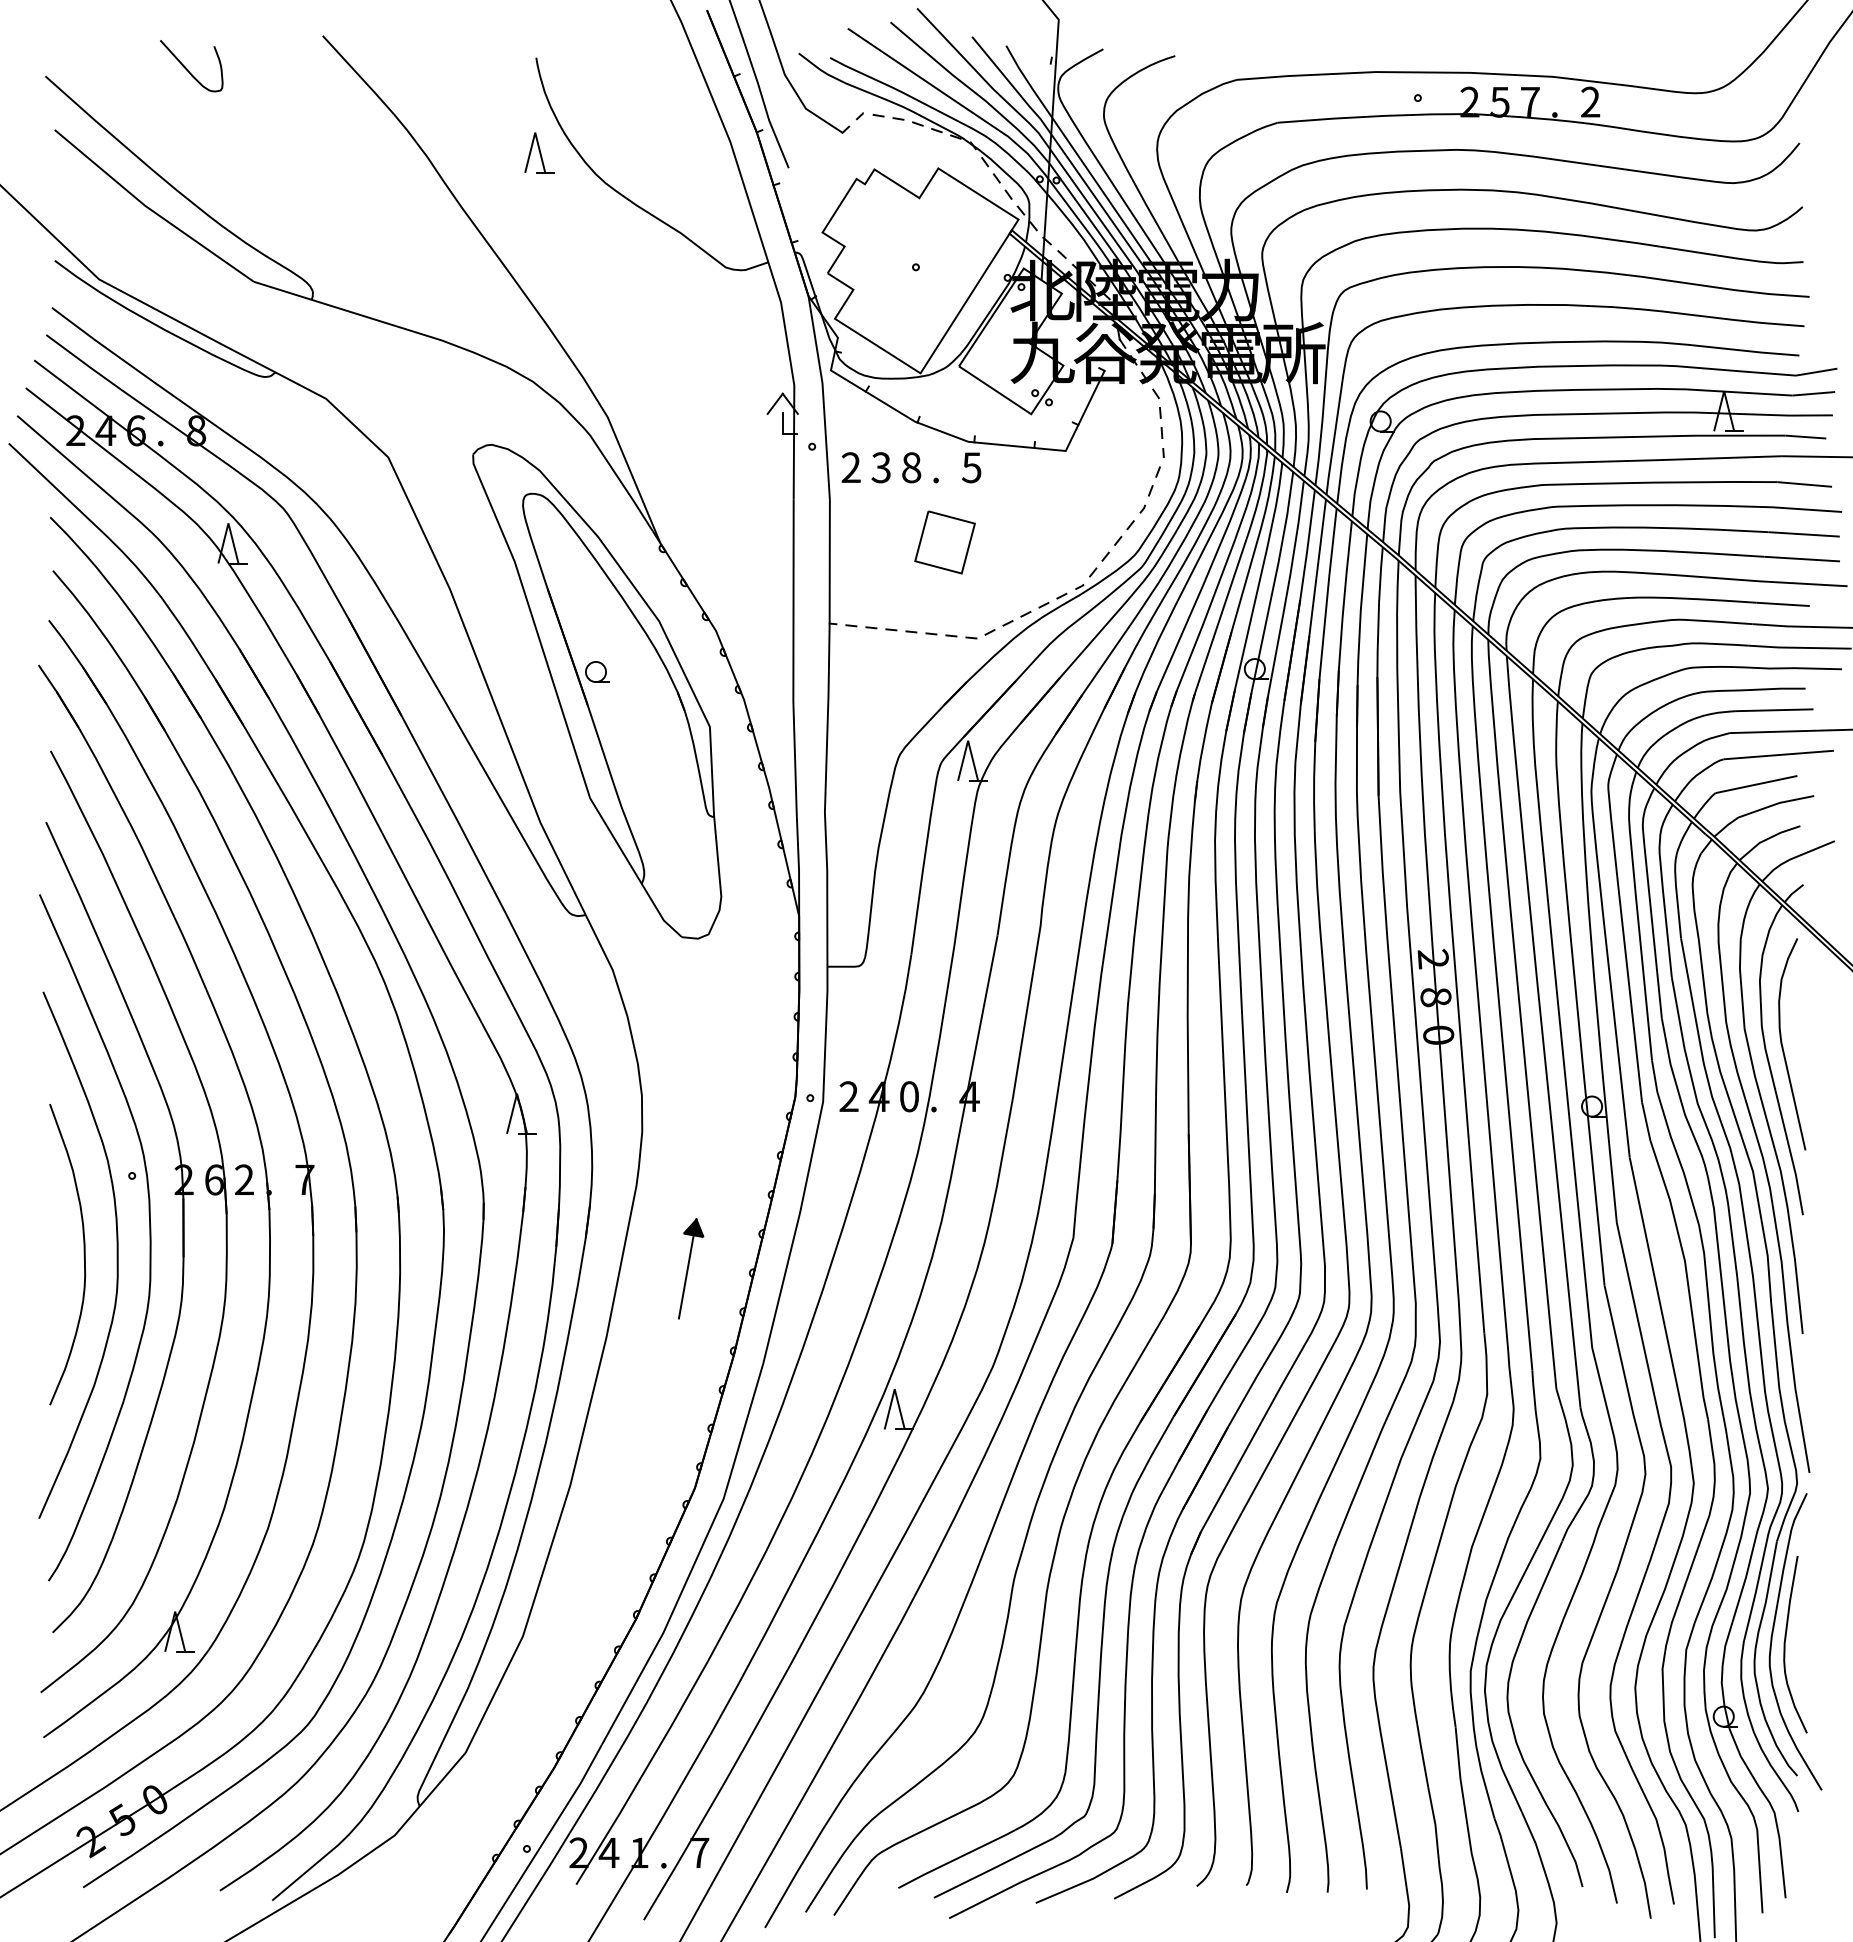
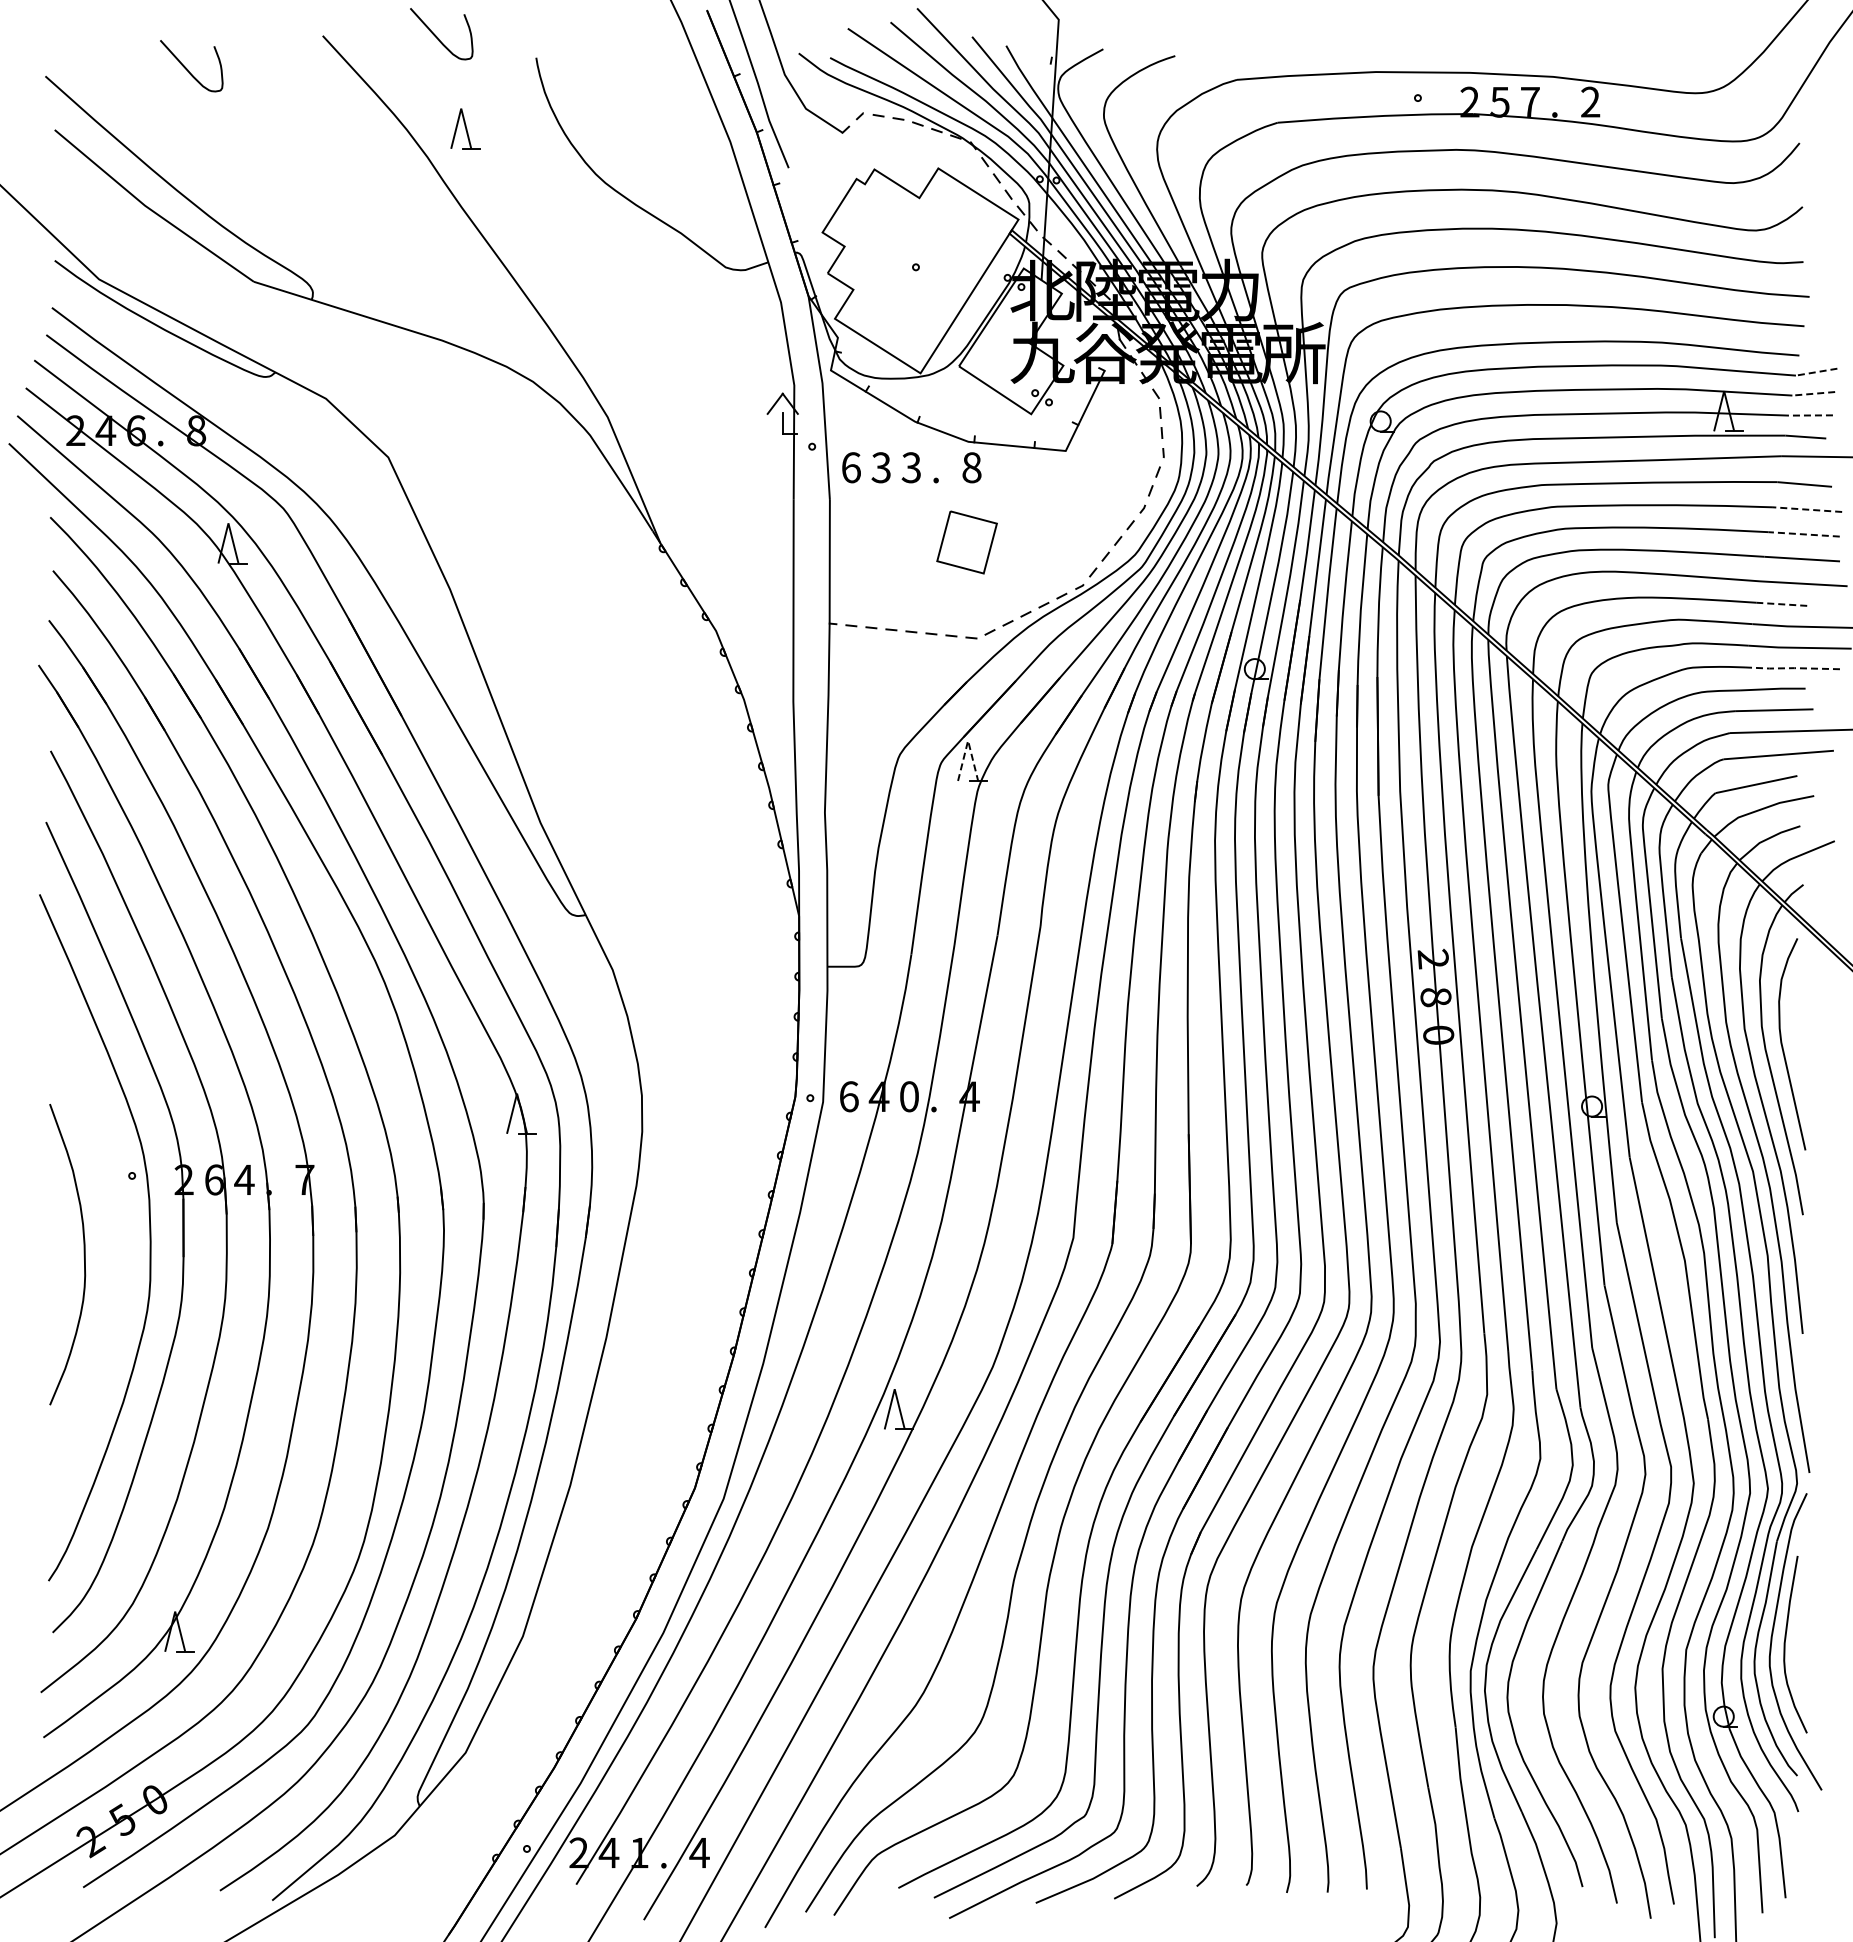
curve at (438, 37): none -> present
part at (539, 152) position: (539, 152) -> (465, 128)
line at (1816, 372): solid -> dashed
line at (1813, 393): solid -> dashed
line at (1810, 415): solid -> dashed
text at (850, 467): 2 -> 6
text at (911, 467): 8 -> 3
text at (971, 467): 5 -> 8
line at (1807, 509): solid -> dashed
line at (1804, 534): solid -> dashed
part at (944, 542) position: (944, 542) -> (966, 542)
line at (1783, 604): solid -> dashed
line at (1793, 668): solid -> dashed
part at (597, 691): present -> none
line at (968, 740): solid -> dashed
text at (848, 1096): 2 -> 6
text at (244, 1179): 2 -> 4
curve at (116, 1254): present -> none
part at (691, 1268): present -> none
text at (699, 1853): 7 -> 4
